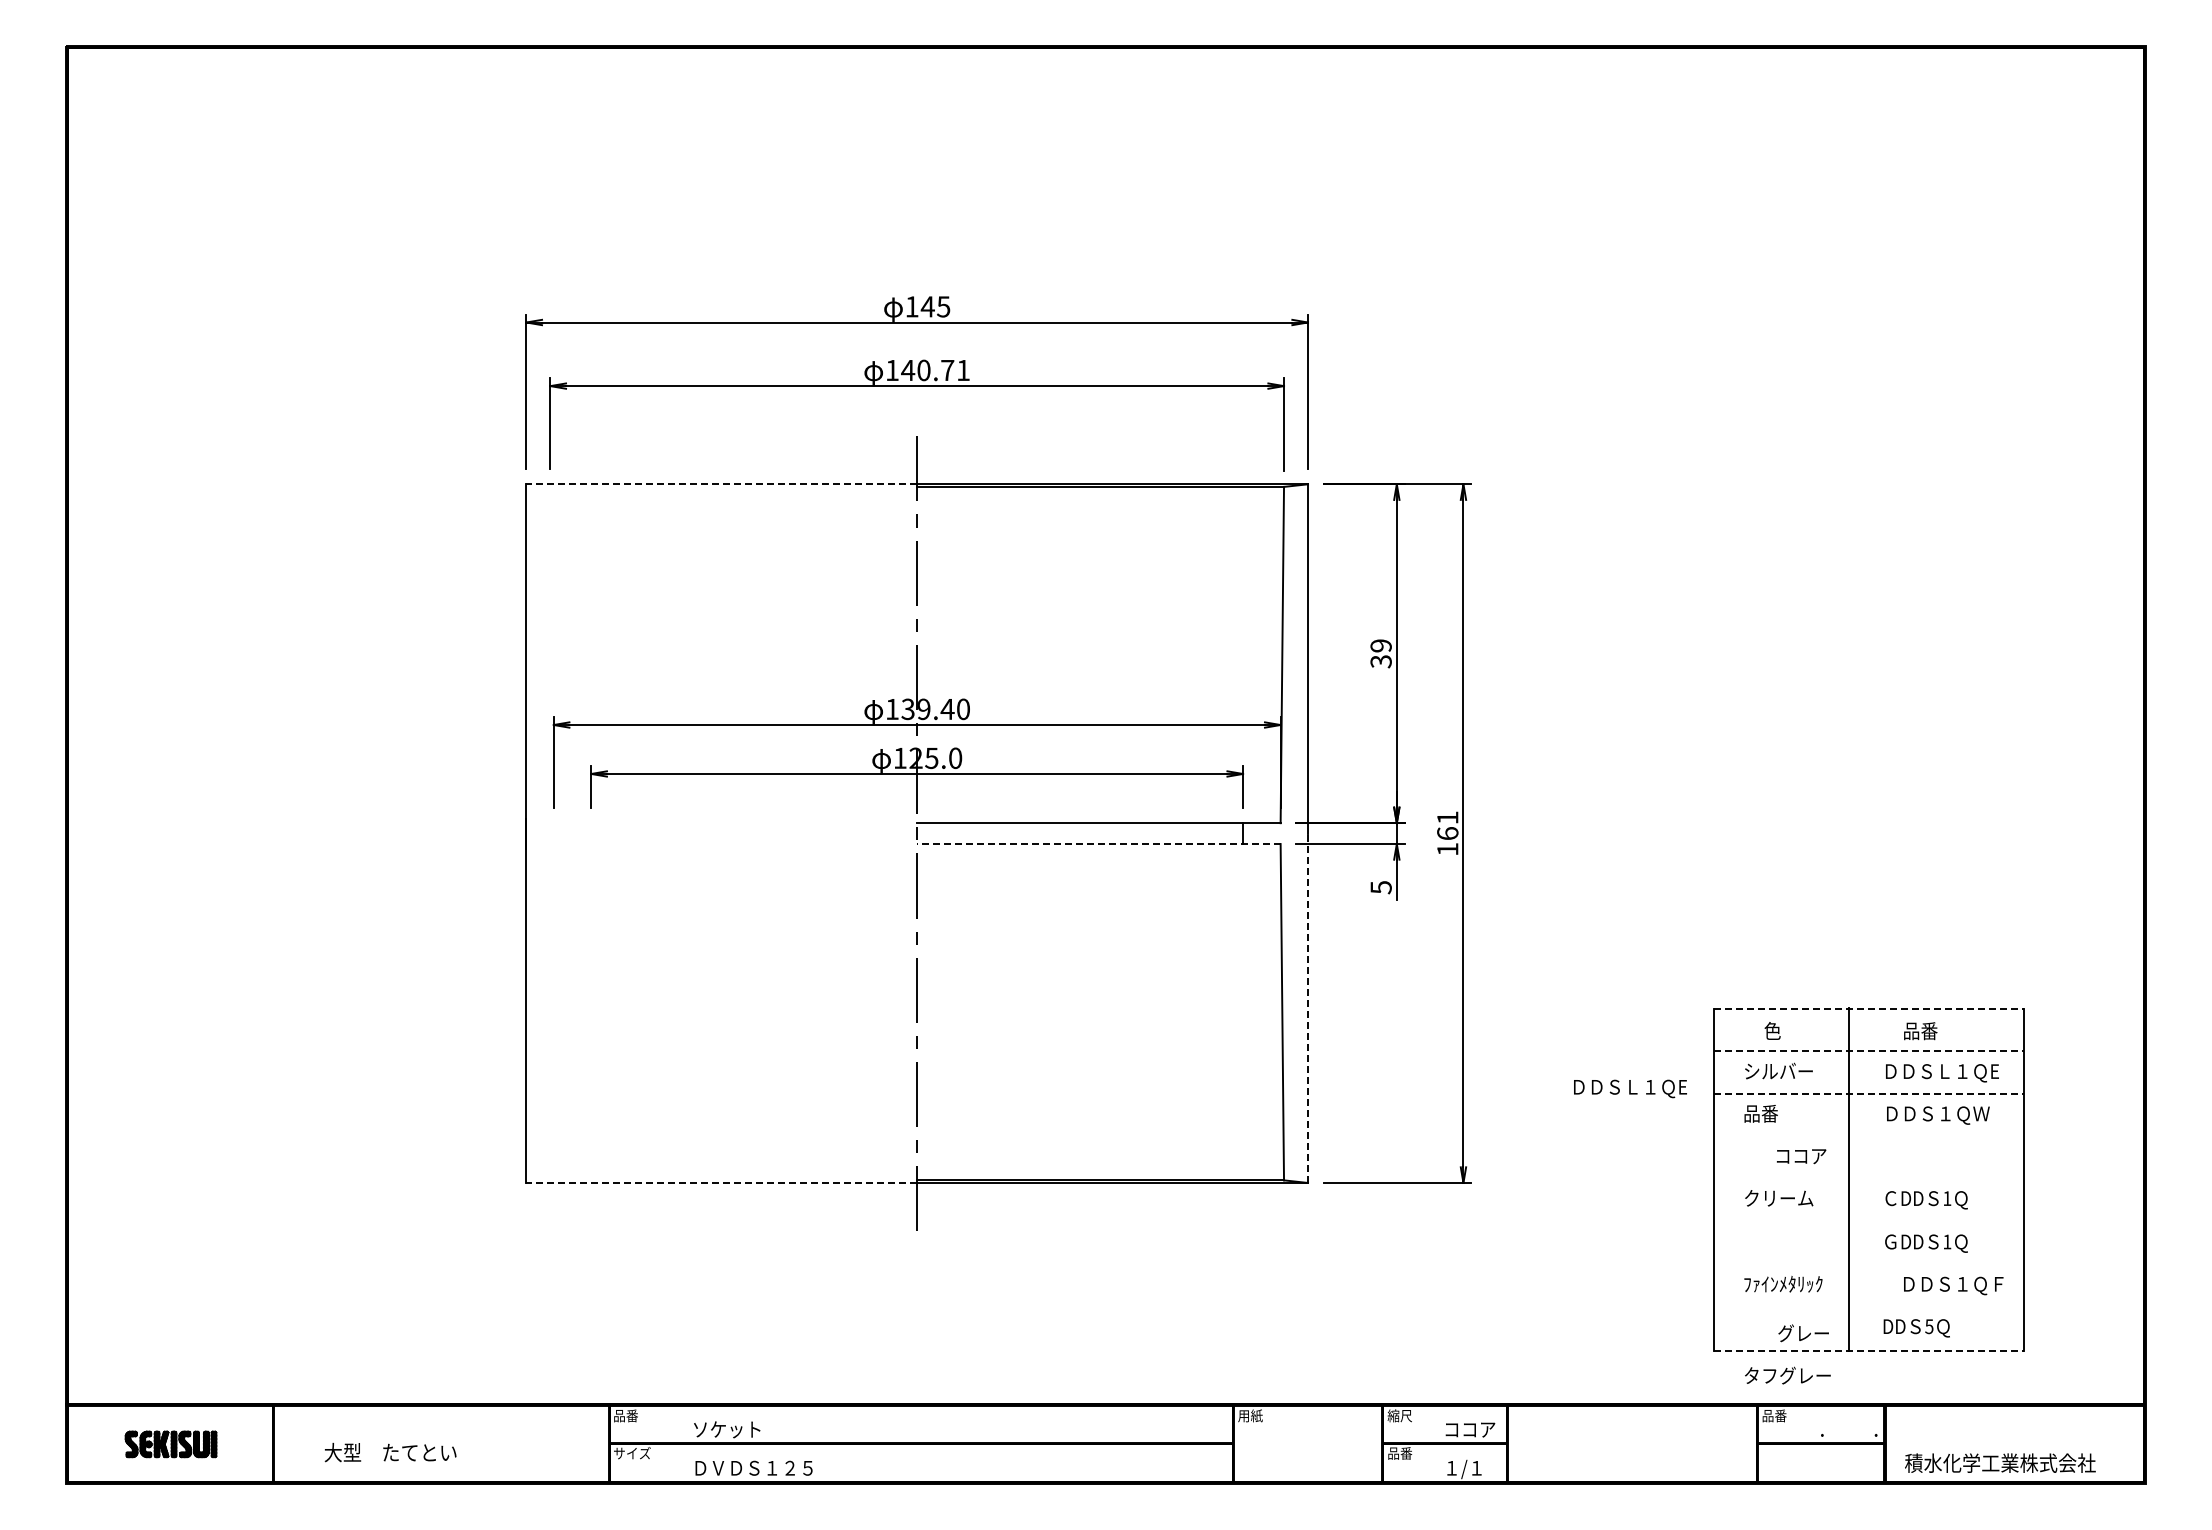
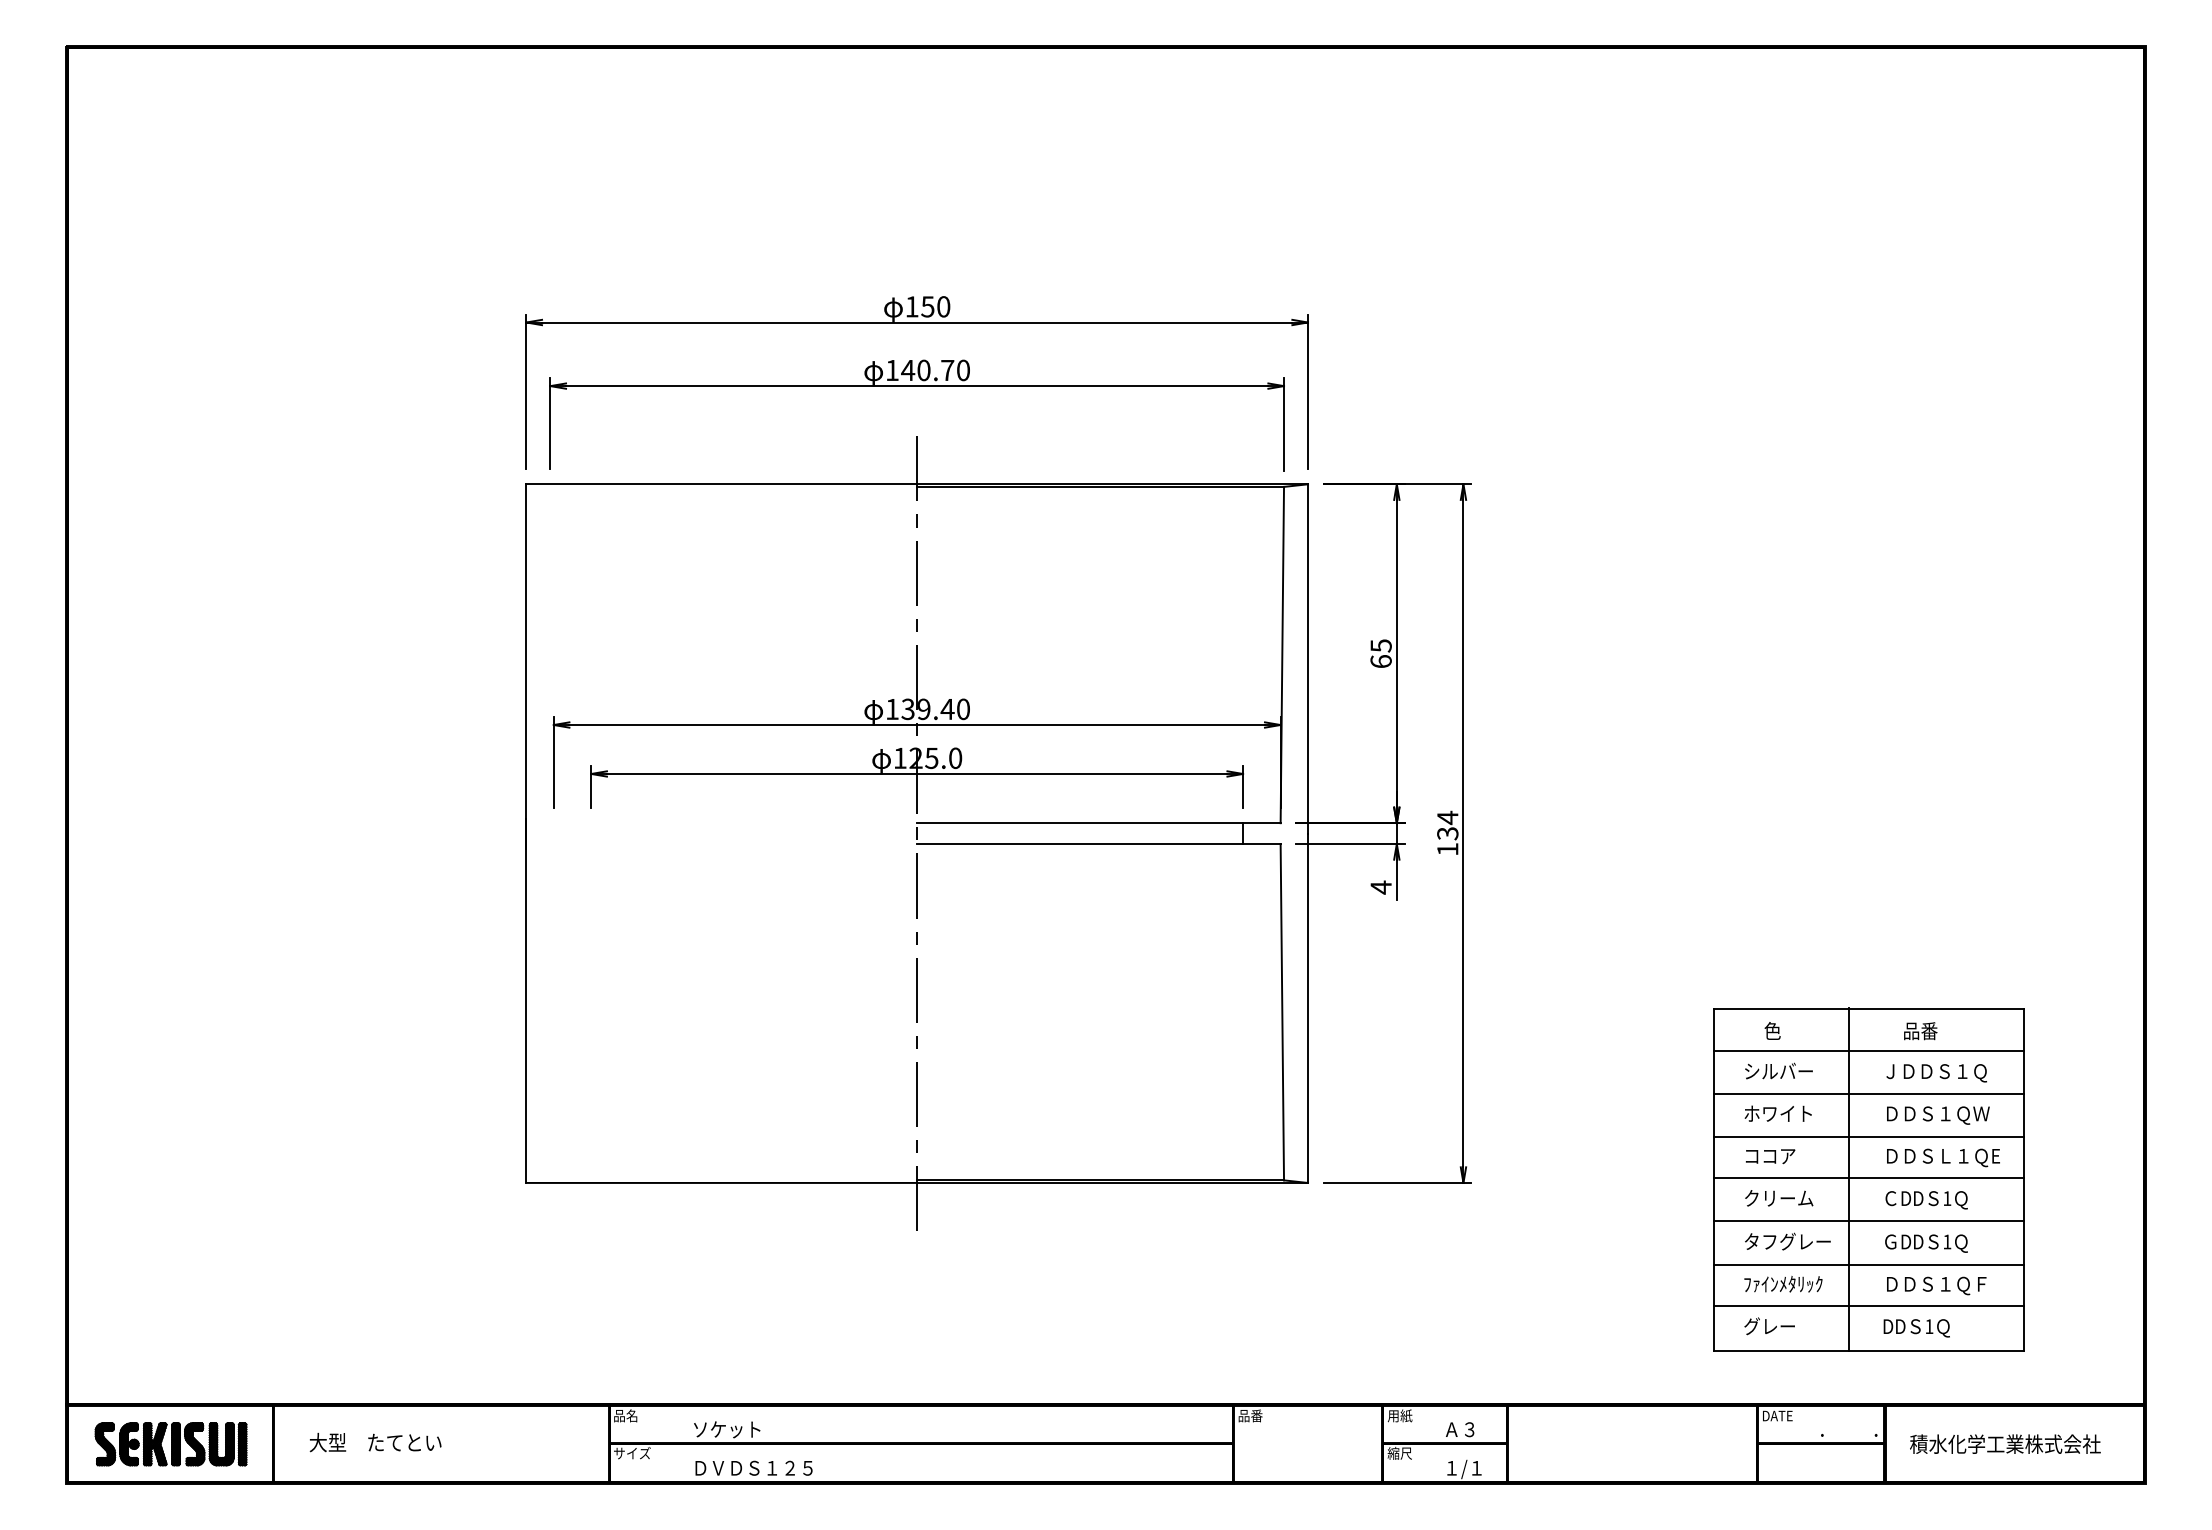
text at (935, 306): 145 -> 150
text at (963, 370): 140.71 -> 140.70
line at (721, 484): dashed -> solid
text at (1380, 653): 39 -> 65
text at (1447, 825): 161 -> 134
line at (1098, 844): dashed -> solid
text at (1380, 887): 5 -> 4
line at (1308, 1008): dashed -> solid
line at (1869, 1009): dashed -> solid
line at (1869, 1050): dashed -> solid
text at (1942, 1071): ＤＤＳＬ１ＱE -> ＪＤＤＳ１Ｑ
text at (1630, 1088) position: (1630, 1088) -> (1943, 1157)
line at (1869, 1094): dashed -> solid
text at (1777, 1113): 品番 -> ホワイト
line at (1868, 1136): none -> present
text at (1801, 1156) position: (1801, 1156) -> (1770, 1156)
line at (1868, 1177): none -> present
line at (721, 1182): dashed -> solid
line at (1868, 1221): none -> present
line at (1868, 1264): none -> present
text at (1953, 1285) position: (1953, 1285) -> (1936, 1285)
line at (1868, 1305): none -> present
text at (1929, 1326): 5 -> 1
text at (1803, 1333) position: (1803, 1333) -> (1769, 1326)
line at (1869, 1351): dashed -> solid
text at (1787, 1375) position: (1787, 1375) -> (1787, 1241)
text at (631, 1415): 品番 -> 品名
text at (1250, 1415): 用紙 -> 品番
text at (1399, 1415): 縮尺 -> 用紙
text at (1777, 1415): 品番 -> DATE
text at (1470, 1429): ココア -> Ａ３
part at (170, 1444) size: 94x29 px -> 154x45 px
text at (390, 1452) position: (390, 1452) -> (375, 1442)
text at (1399, 1452): 品番 -> 縮尺
text at (2000, 1462) position: (2000, 1462) -> (2005, 1443)
